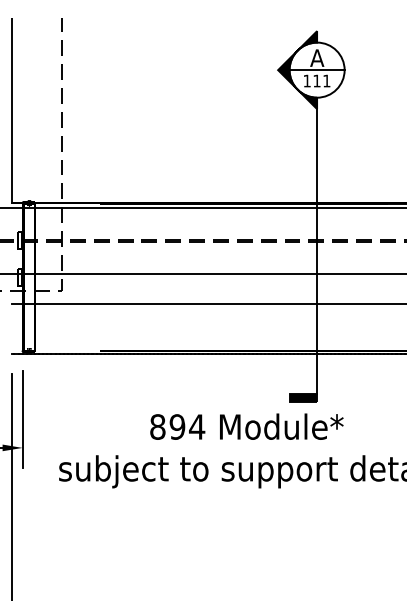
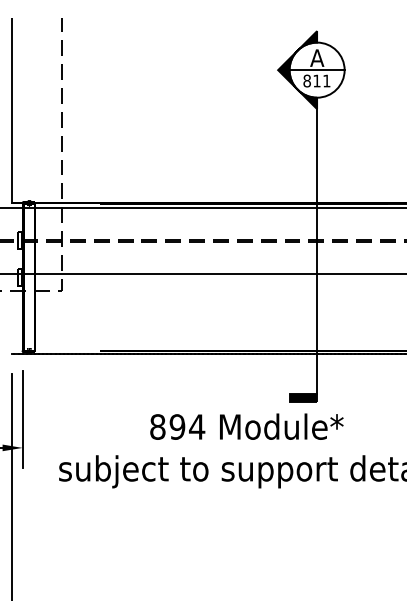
text at (306, 80): 111 -> 811
line at (207, 303): present -> none
